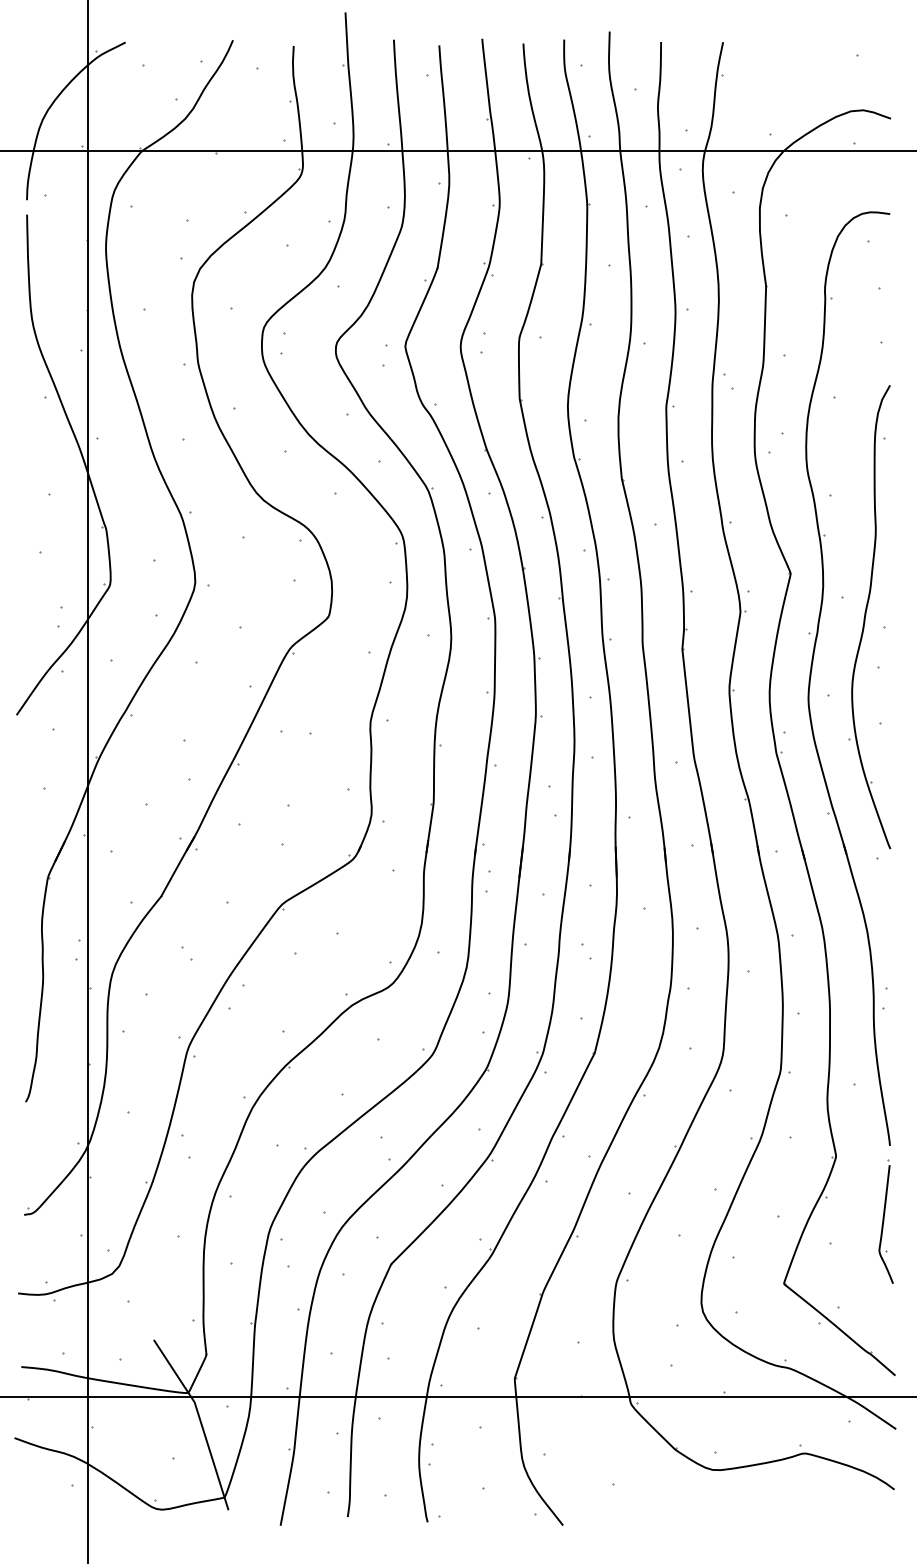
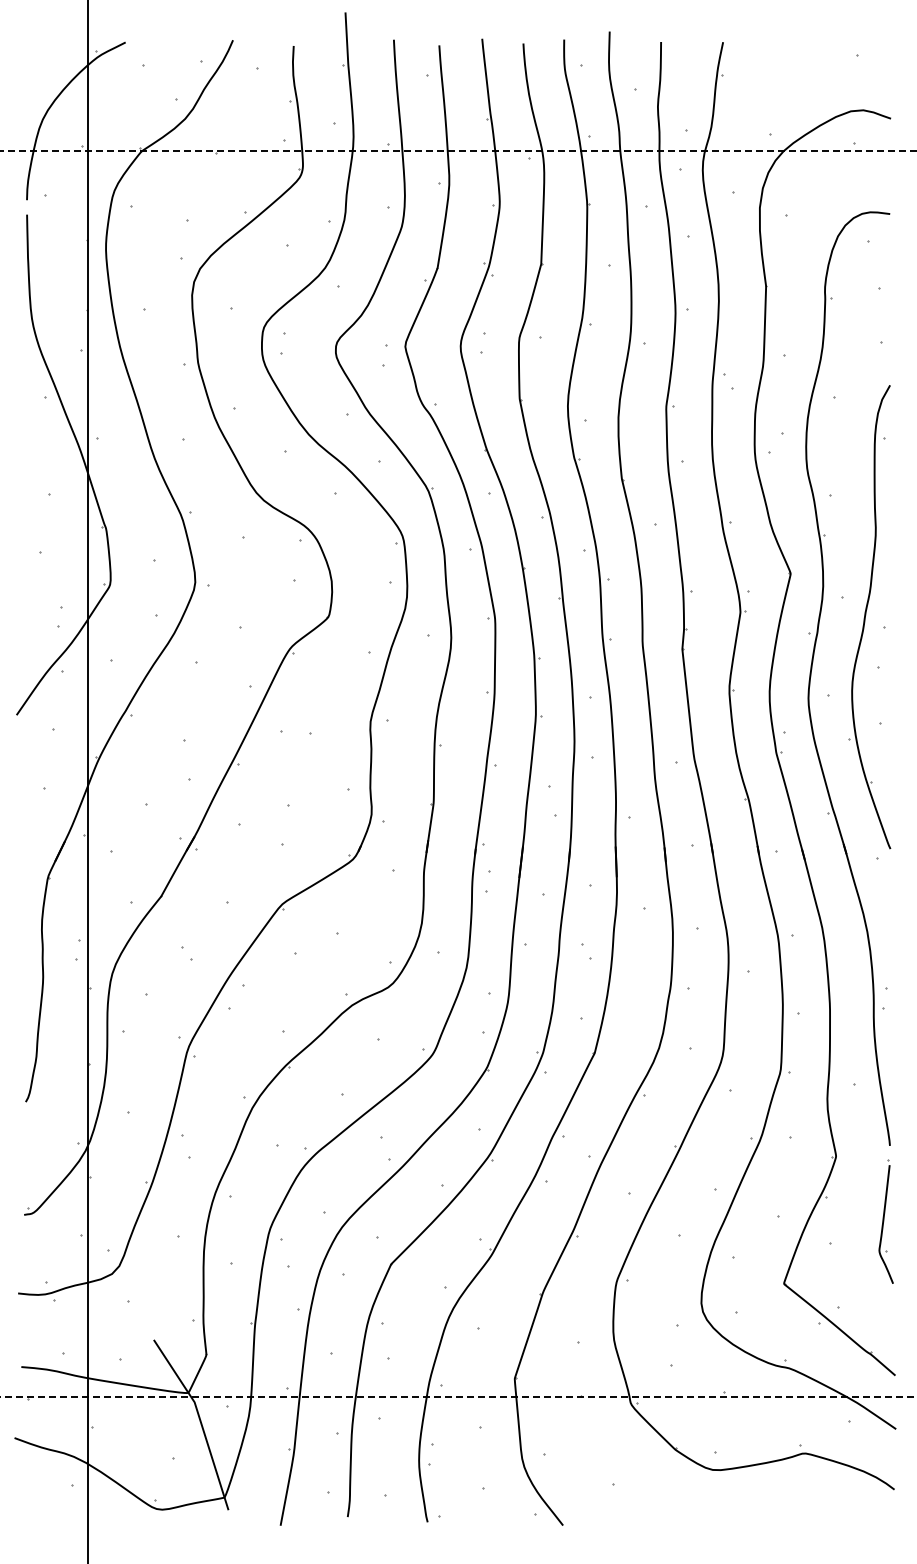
line at (458, 150): solid -> dashed
line at (458, 1396): solid -> dashed
